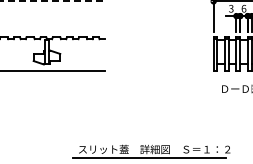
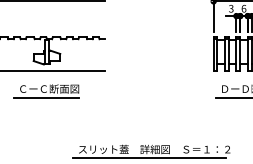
line at (52, 1): dashed -> solid
part at (46, 91): none -> present
line at (232, 97): none -> present
